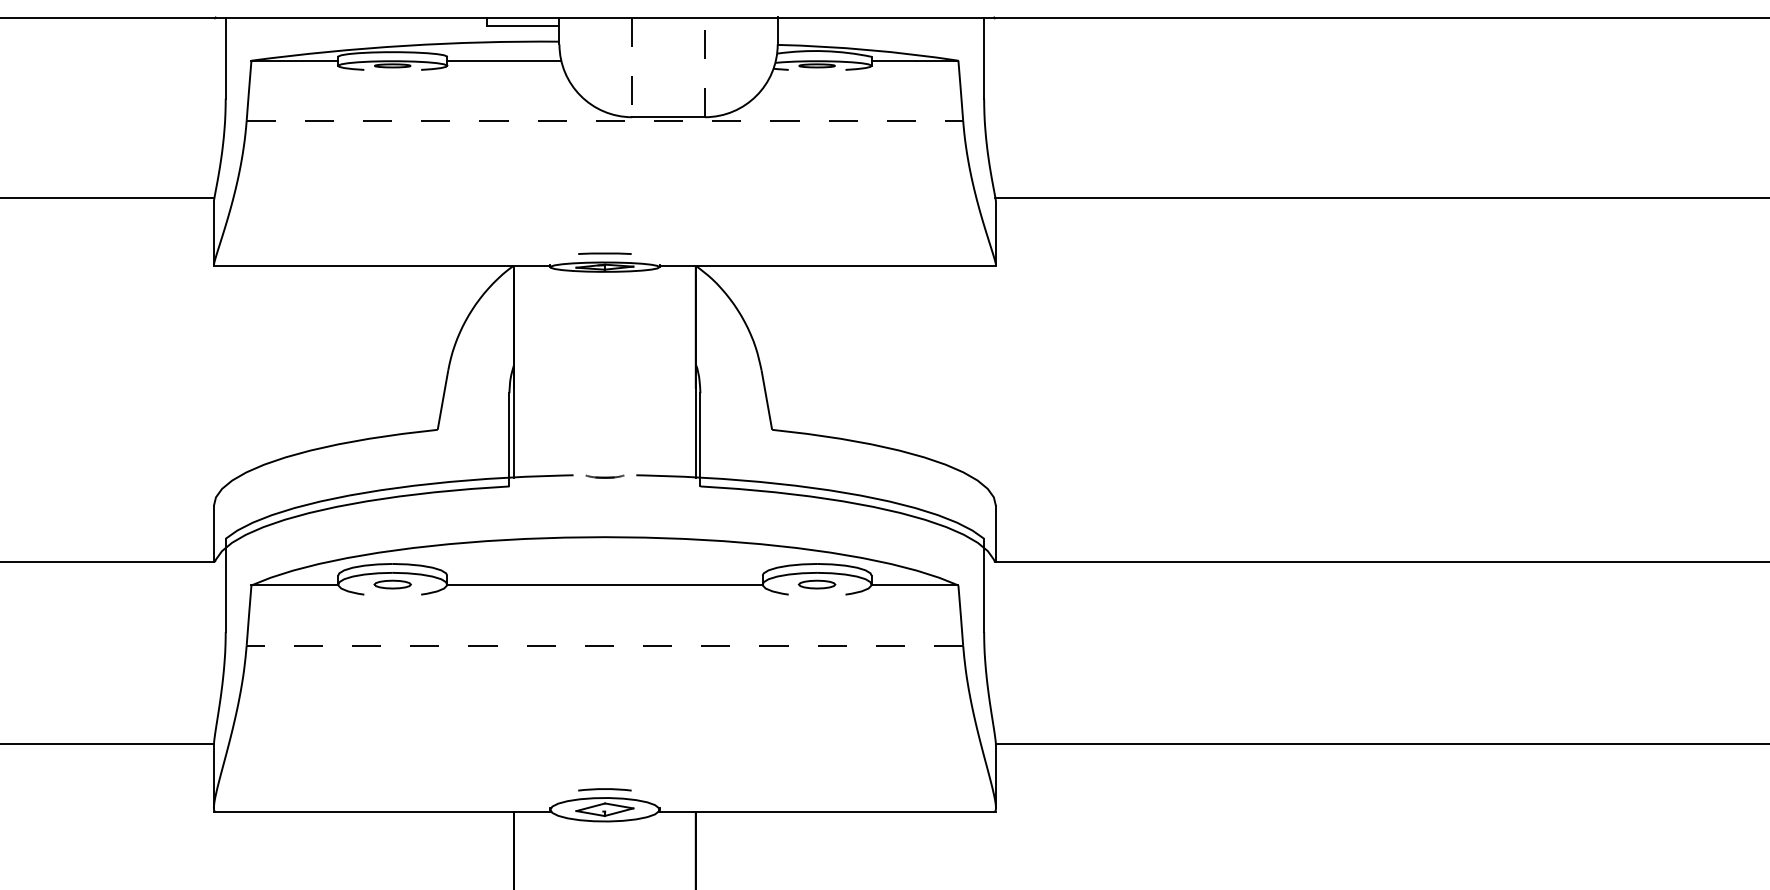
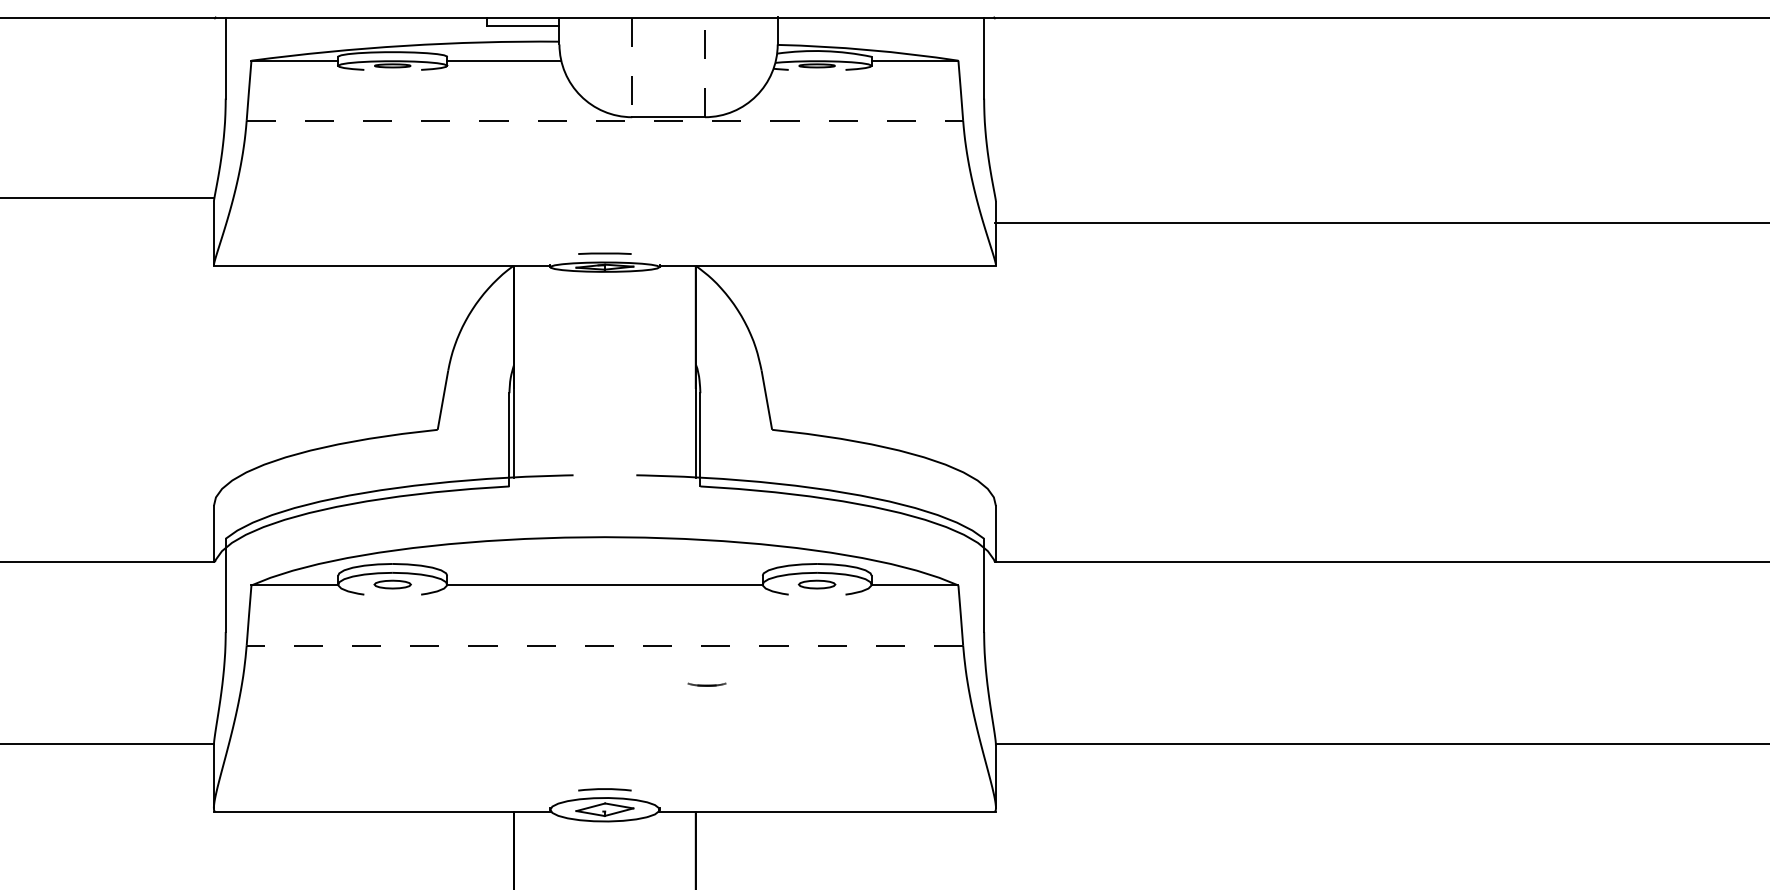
line at (1380, 197) position: (1380, 197) -> (1380, 222)
part at (604, 476) position: (604, 476) -> (706, 684)
